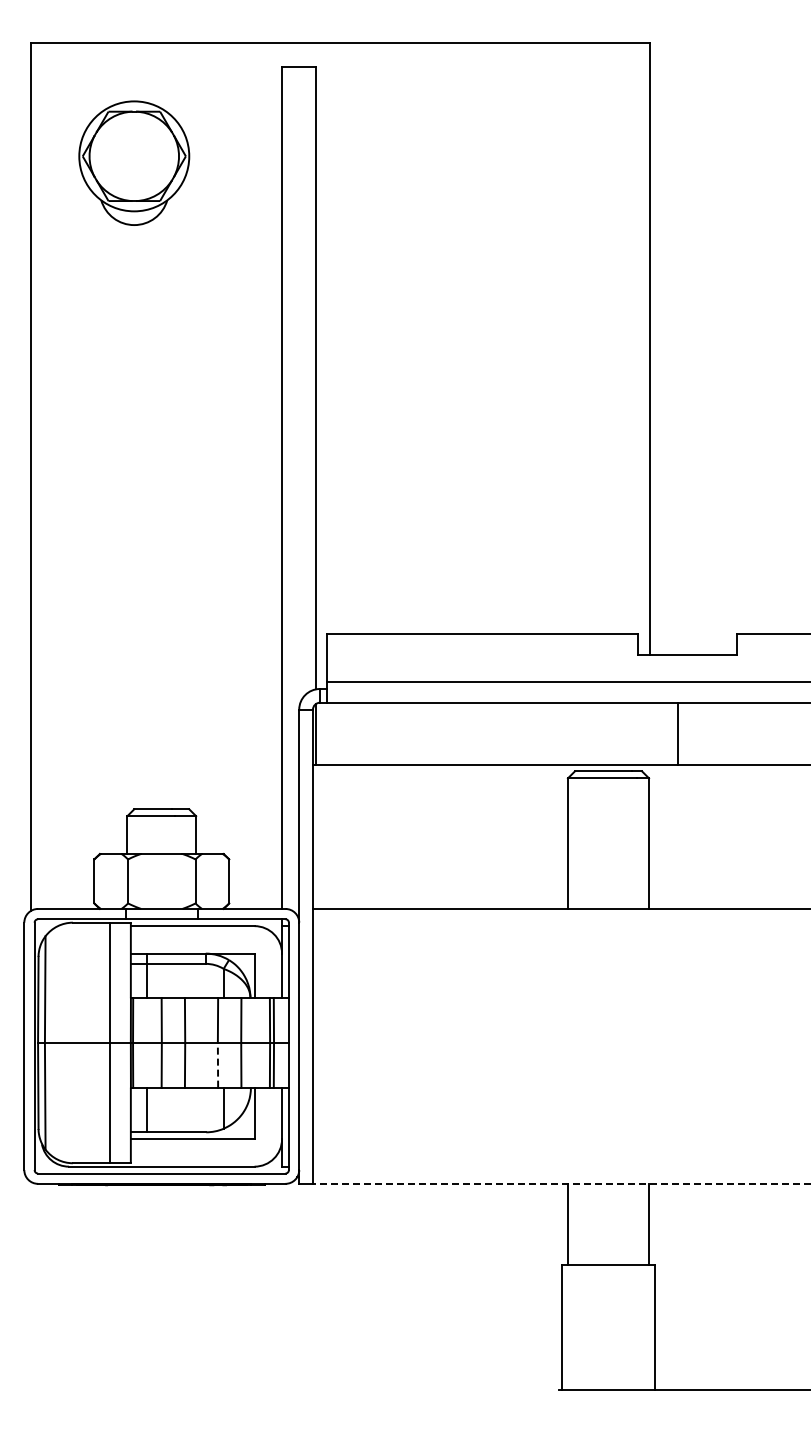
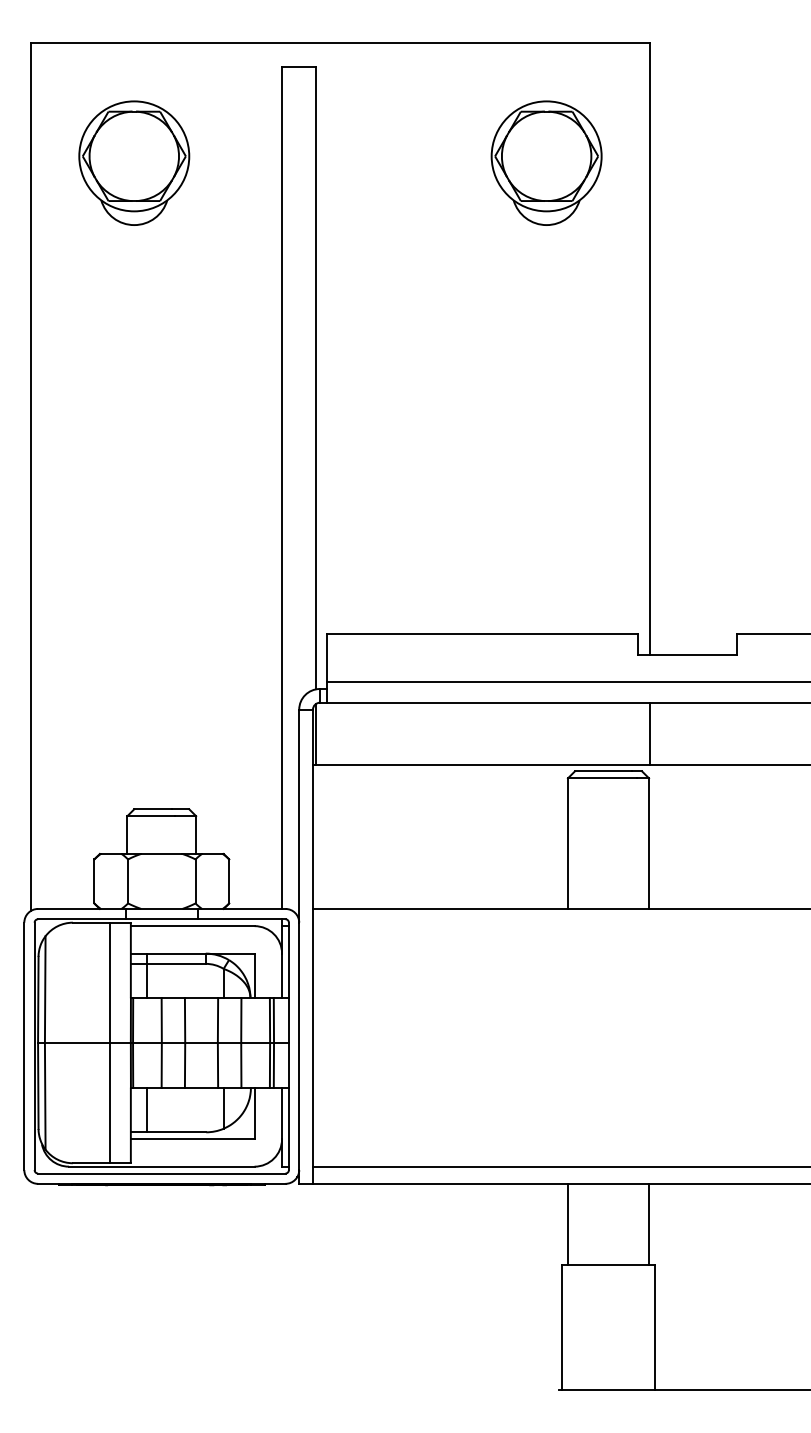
part at (546, 162): none -> present
line at (677, 733) position: (677, 733) -> (649, 733)
line at (218, 1064): dashed -> solid
line at (559, 1166): none -> present
line at (561, 1183): dashed -> solid
